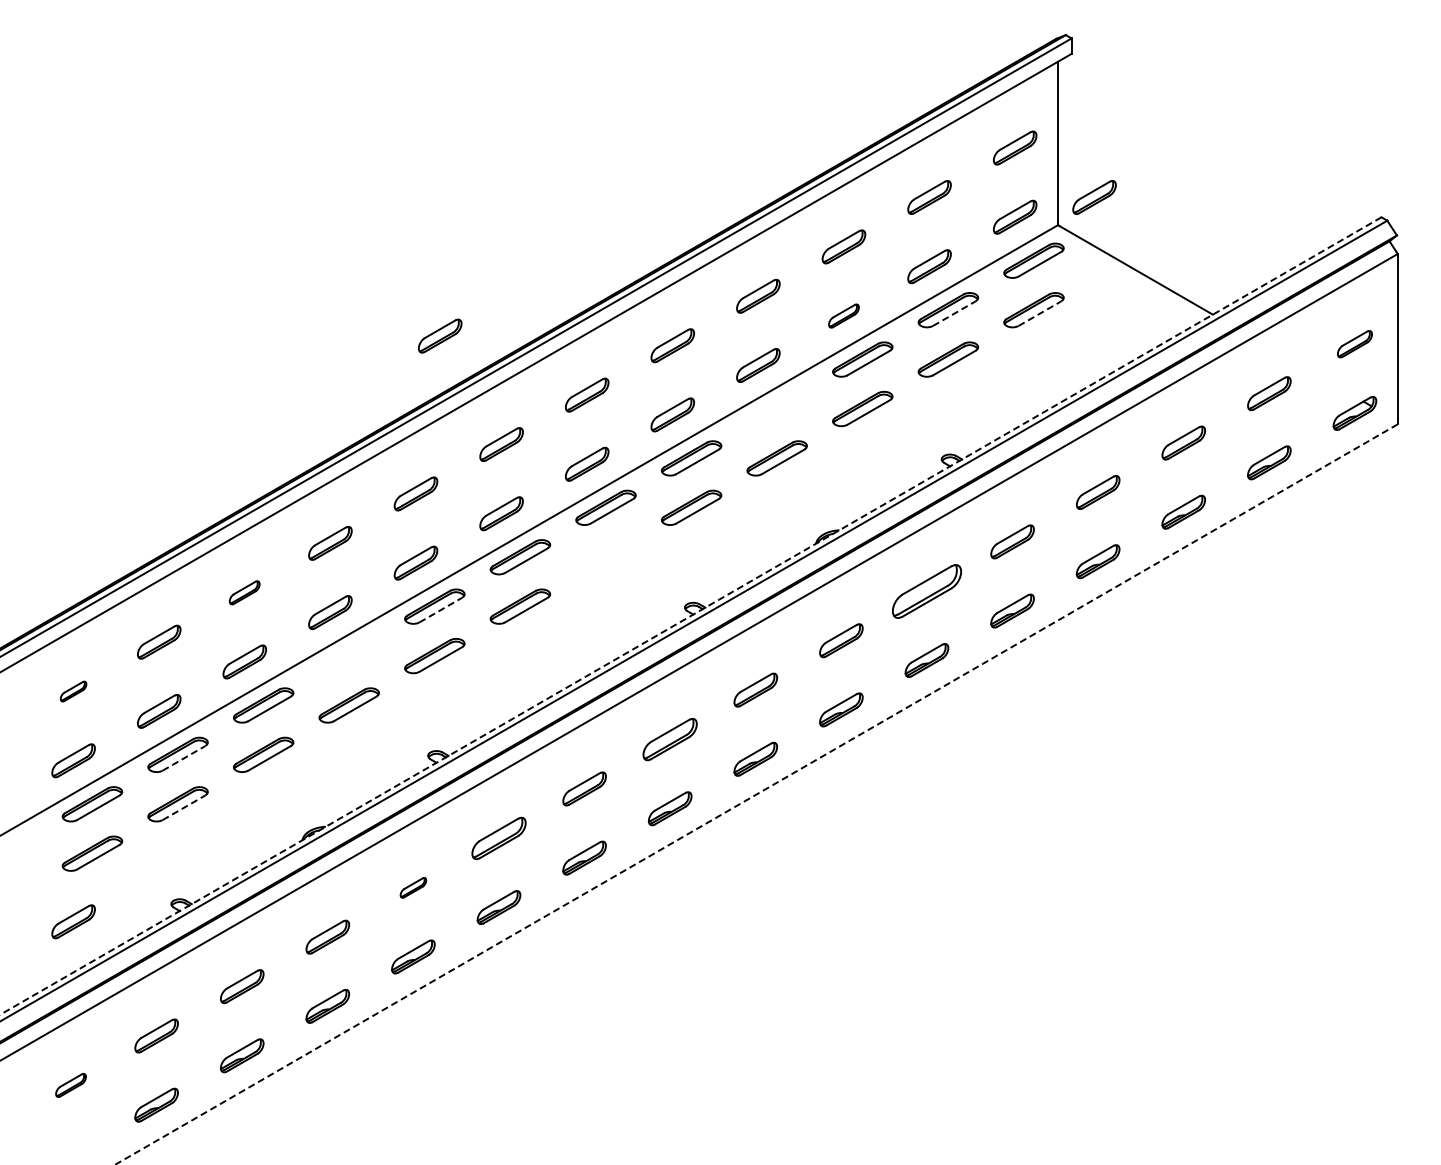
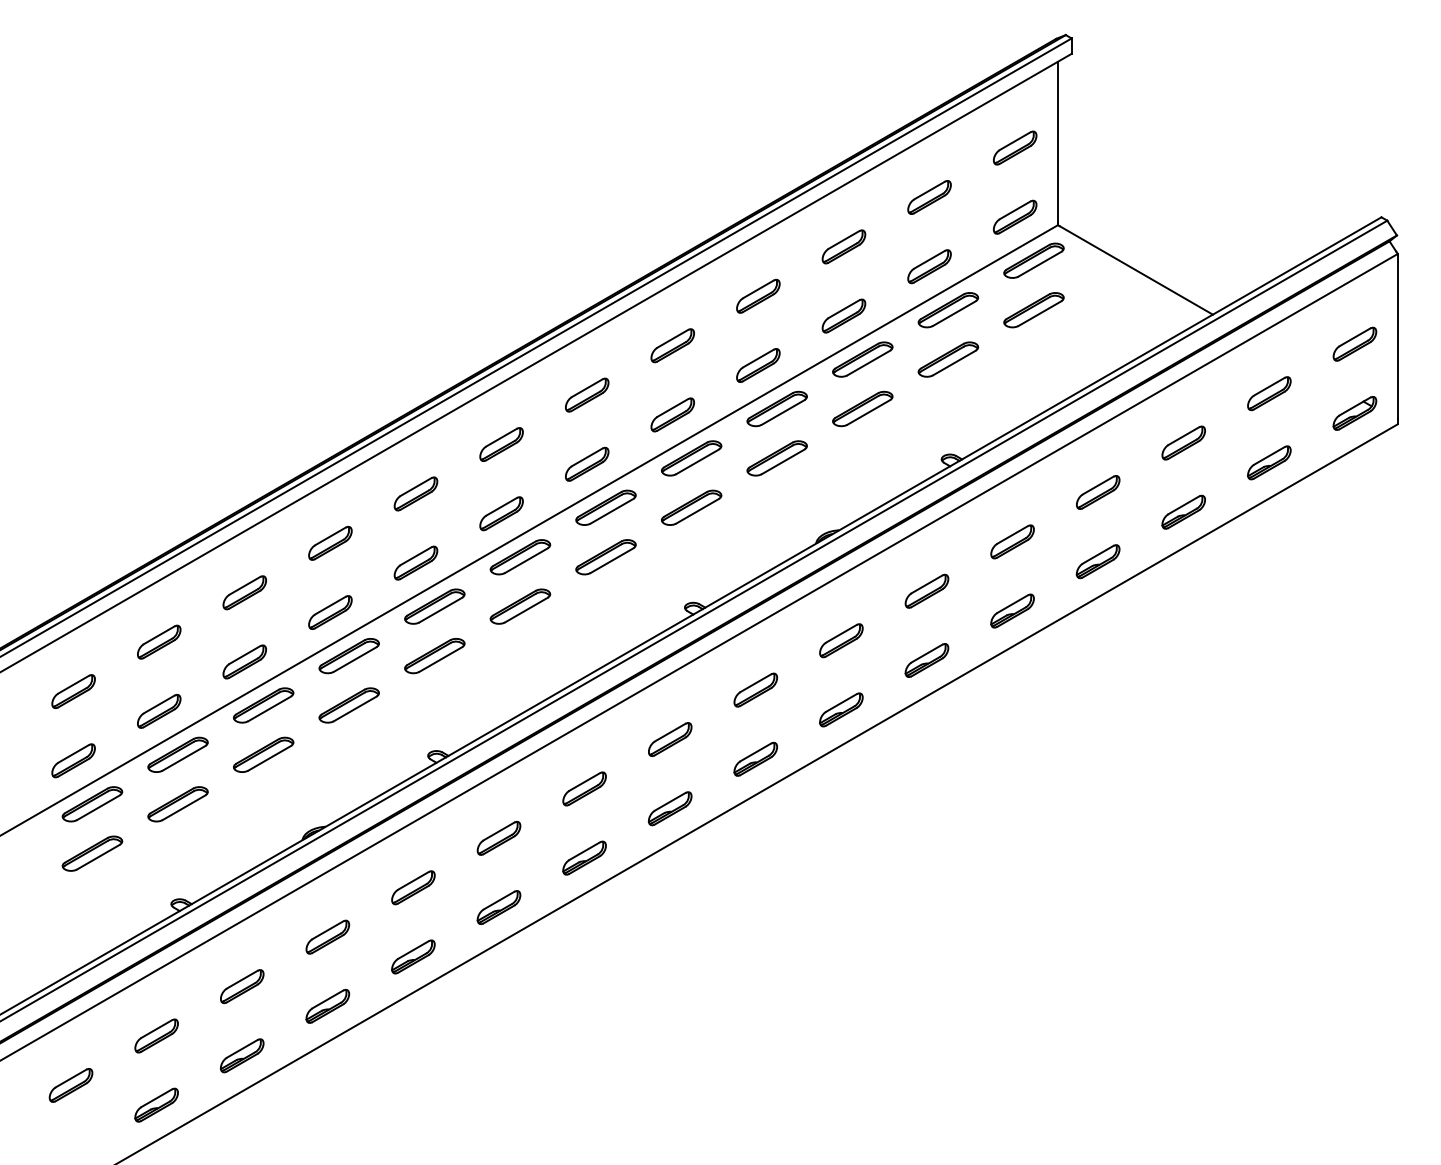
part at (1094, 197): present -> none
line at (954, 313): dashed -> solid
line at (1039, 313): dashed -> solid
part at (843, 315) size: 32x26 px -> 46x36 px
part at (440, 335): present -> none
part at (1354, 344) size: 36x29 px -> 46x36 px
part at (776, 408): none -> present
part at (605, 557): none -> present
part at (926, 591) size: 70x55 px -> 46x36 px
part at (244, 592) size: 33x26 px -> 45x36 px
line at (440, 610): dashed -> solid
line at (690, 616): dashed -> solid
part at (348, 656): none -> present
part at (73, 691) size: 29x23 px -> 45x35 px
part at (669, 739) size: 56x44 px -> 45x35 px
line at (184, 758): dashed -> solid
line at (756, 794): dashed -> solid
line at (184, 807): dashed -> solid
part at (498, 837) size: 56x44 px -> 46x36 px
part at (413, 887) size: 29x22 px -> 45x36 px
part at (73, 921): present -> none
part at (70, 1085) size: 32x25 px -> 46x35 px
